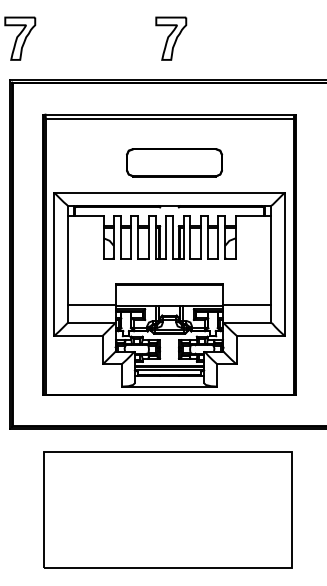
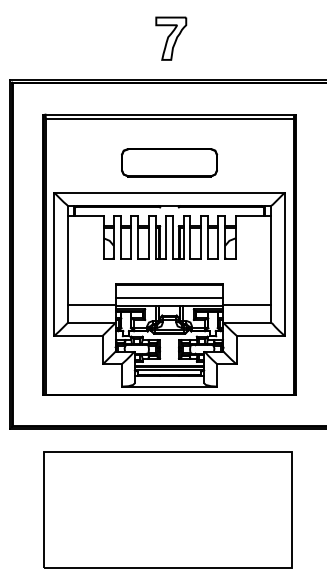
part at (20, 38): present -> none
part at (174, 162) position: (174, 162) -> (169, 162)
line at (169, 297): none -> present
